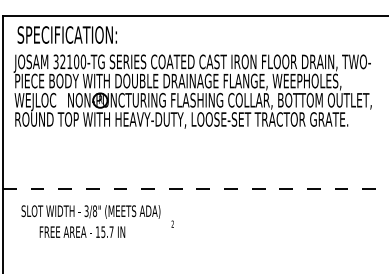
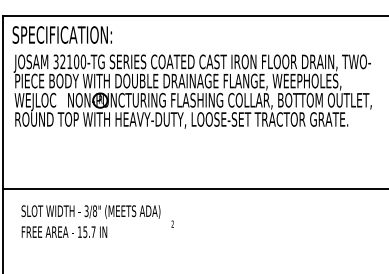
text at (66, 34) position: (66, 34) -> (61, 34)
line at (195, 188): dashed -> solid
text at (82, 231) position: (82, 231) -> (64, 231)
